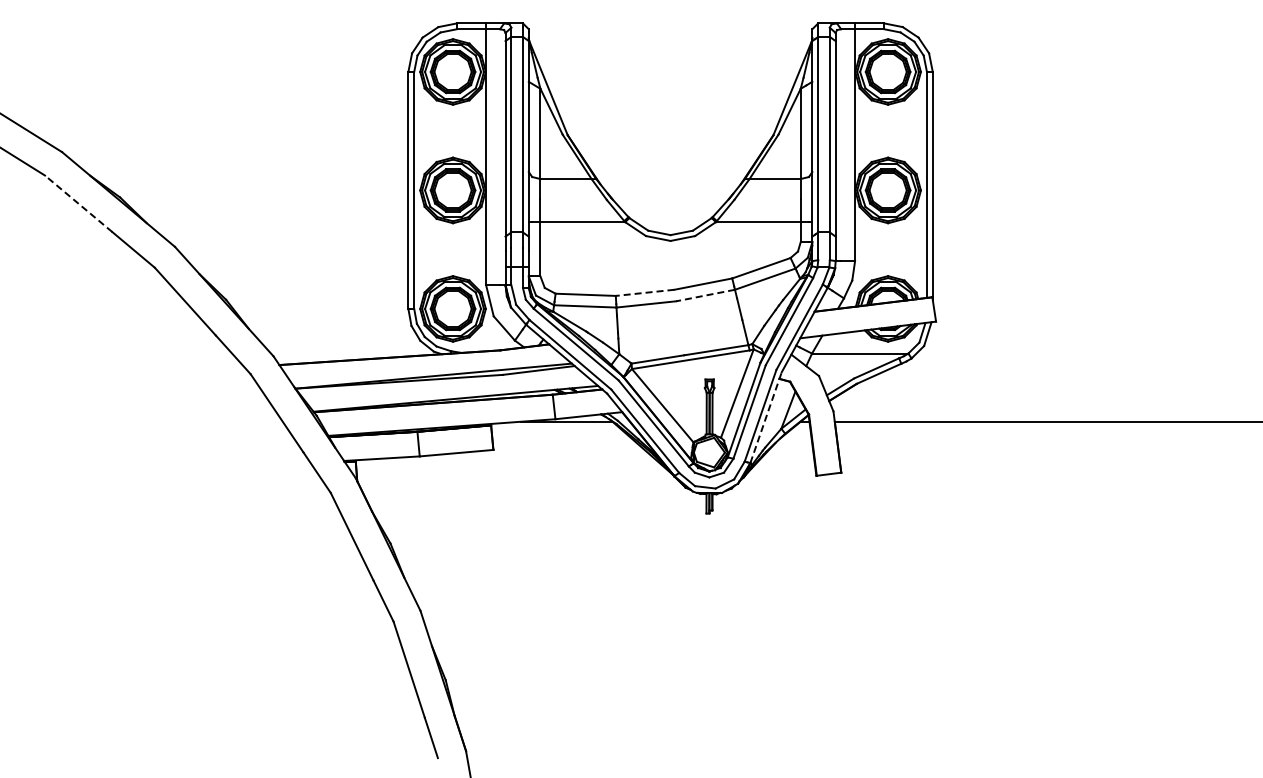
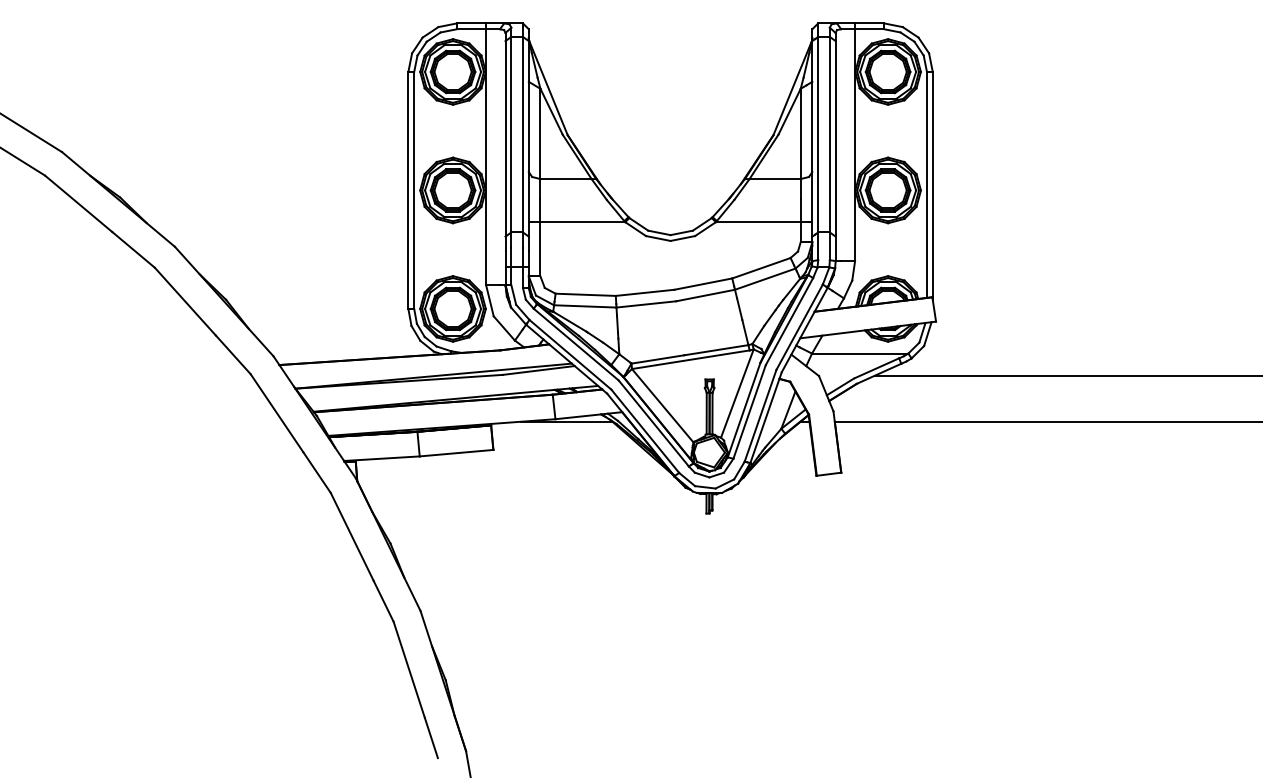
line at (78, 203): dashed -> solid
line at (644, 292): dashed -> solid
line at (705, 295): dashed -> solid
line at (1067, 375): none -> present
line at (766, 417): dashed -> solid
